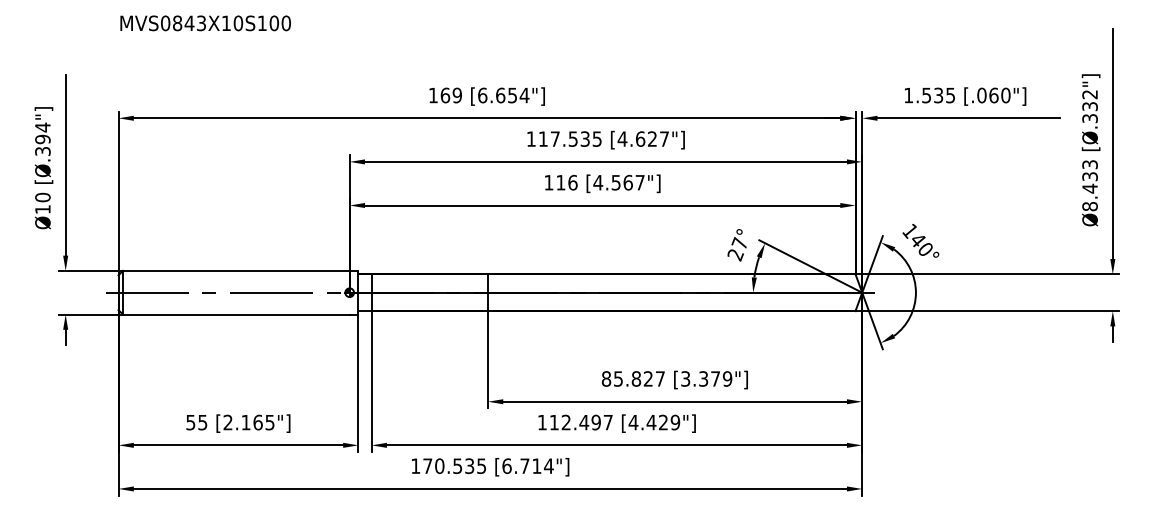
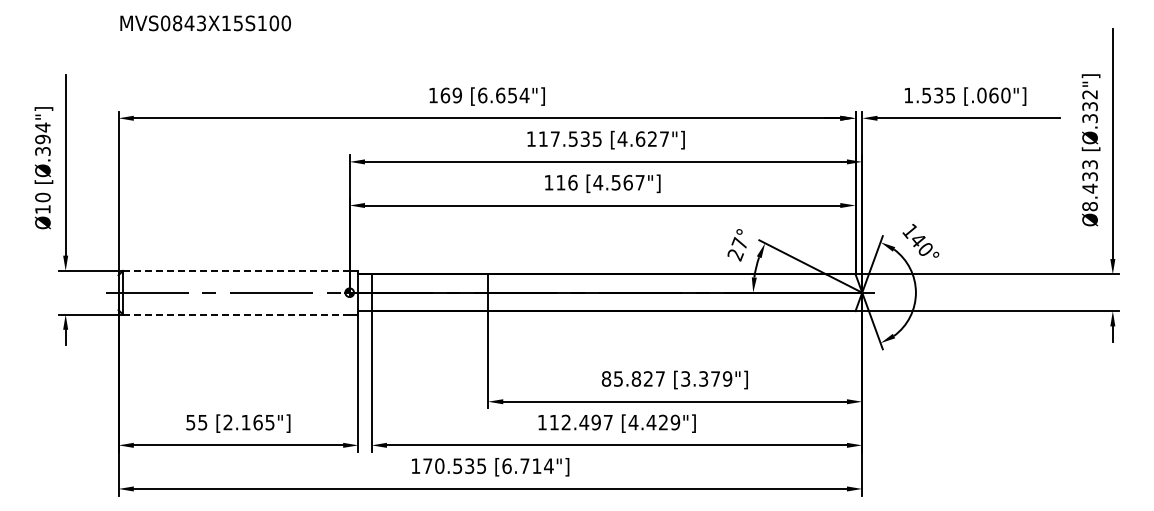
text at (238, 23): MVS0843X10S100 -> MVS0843X15S100
line at (235, 270): solid -> dashed
line at (236, 314): solid -> dashed
